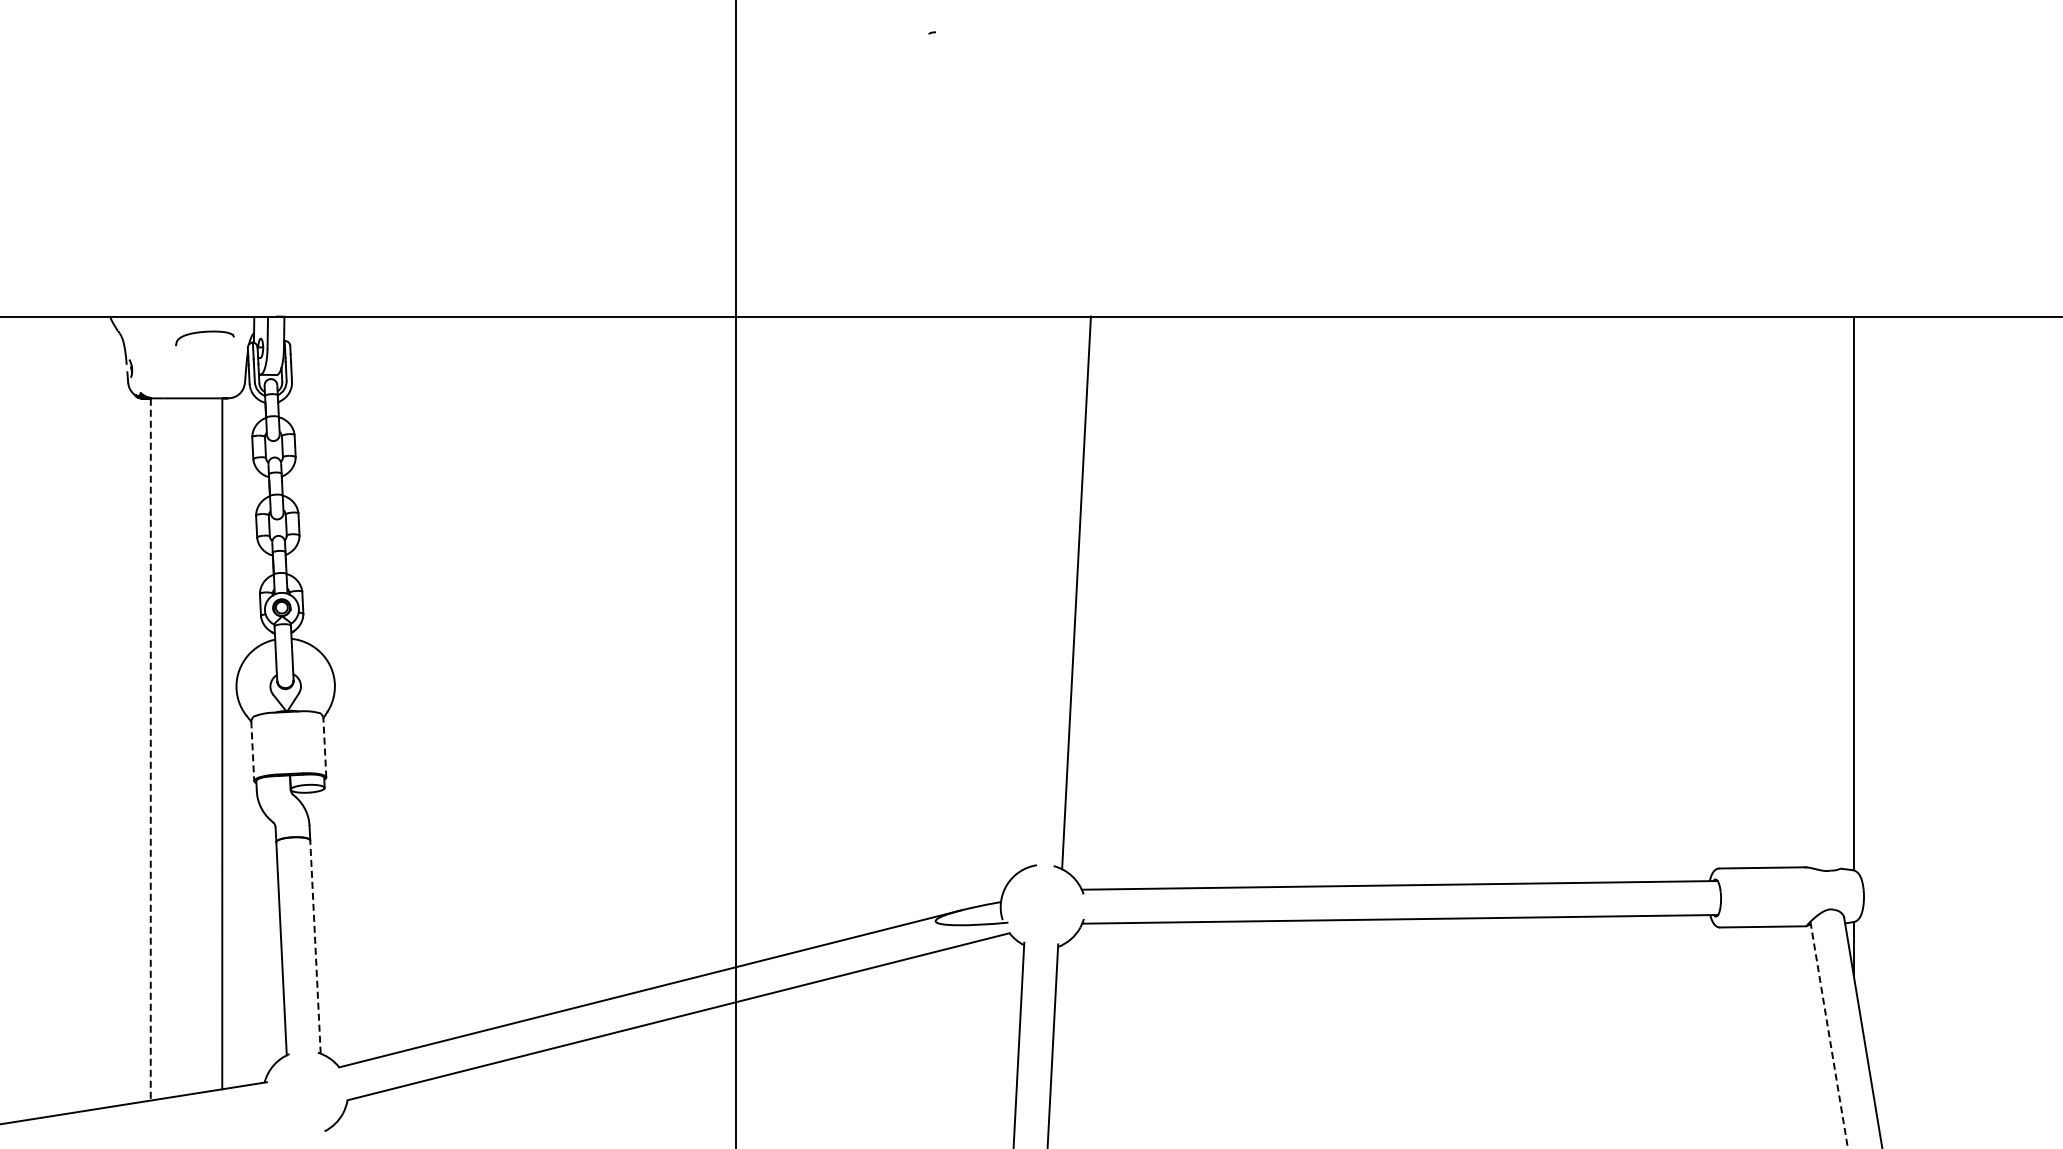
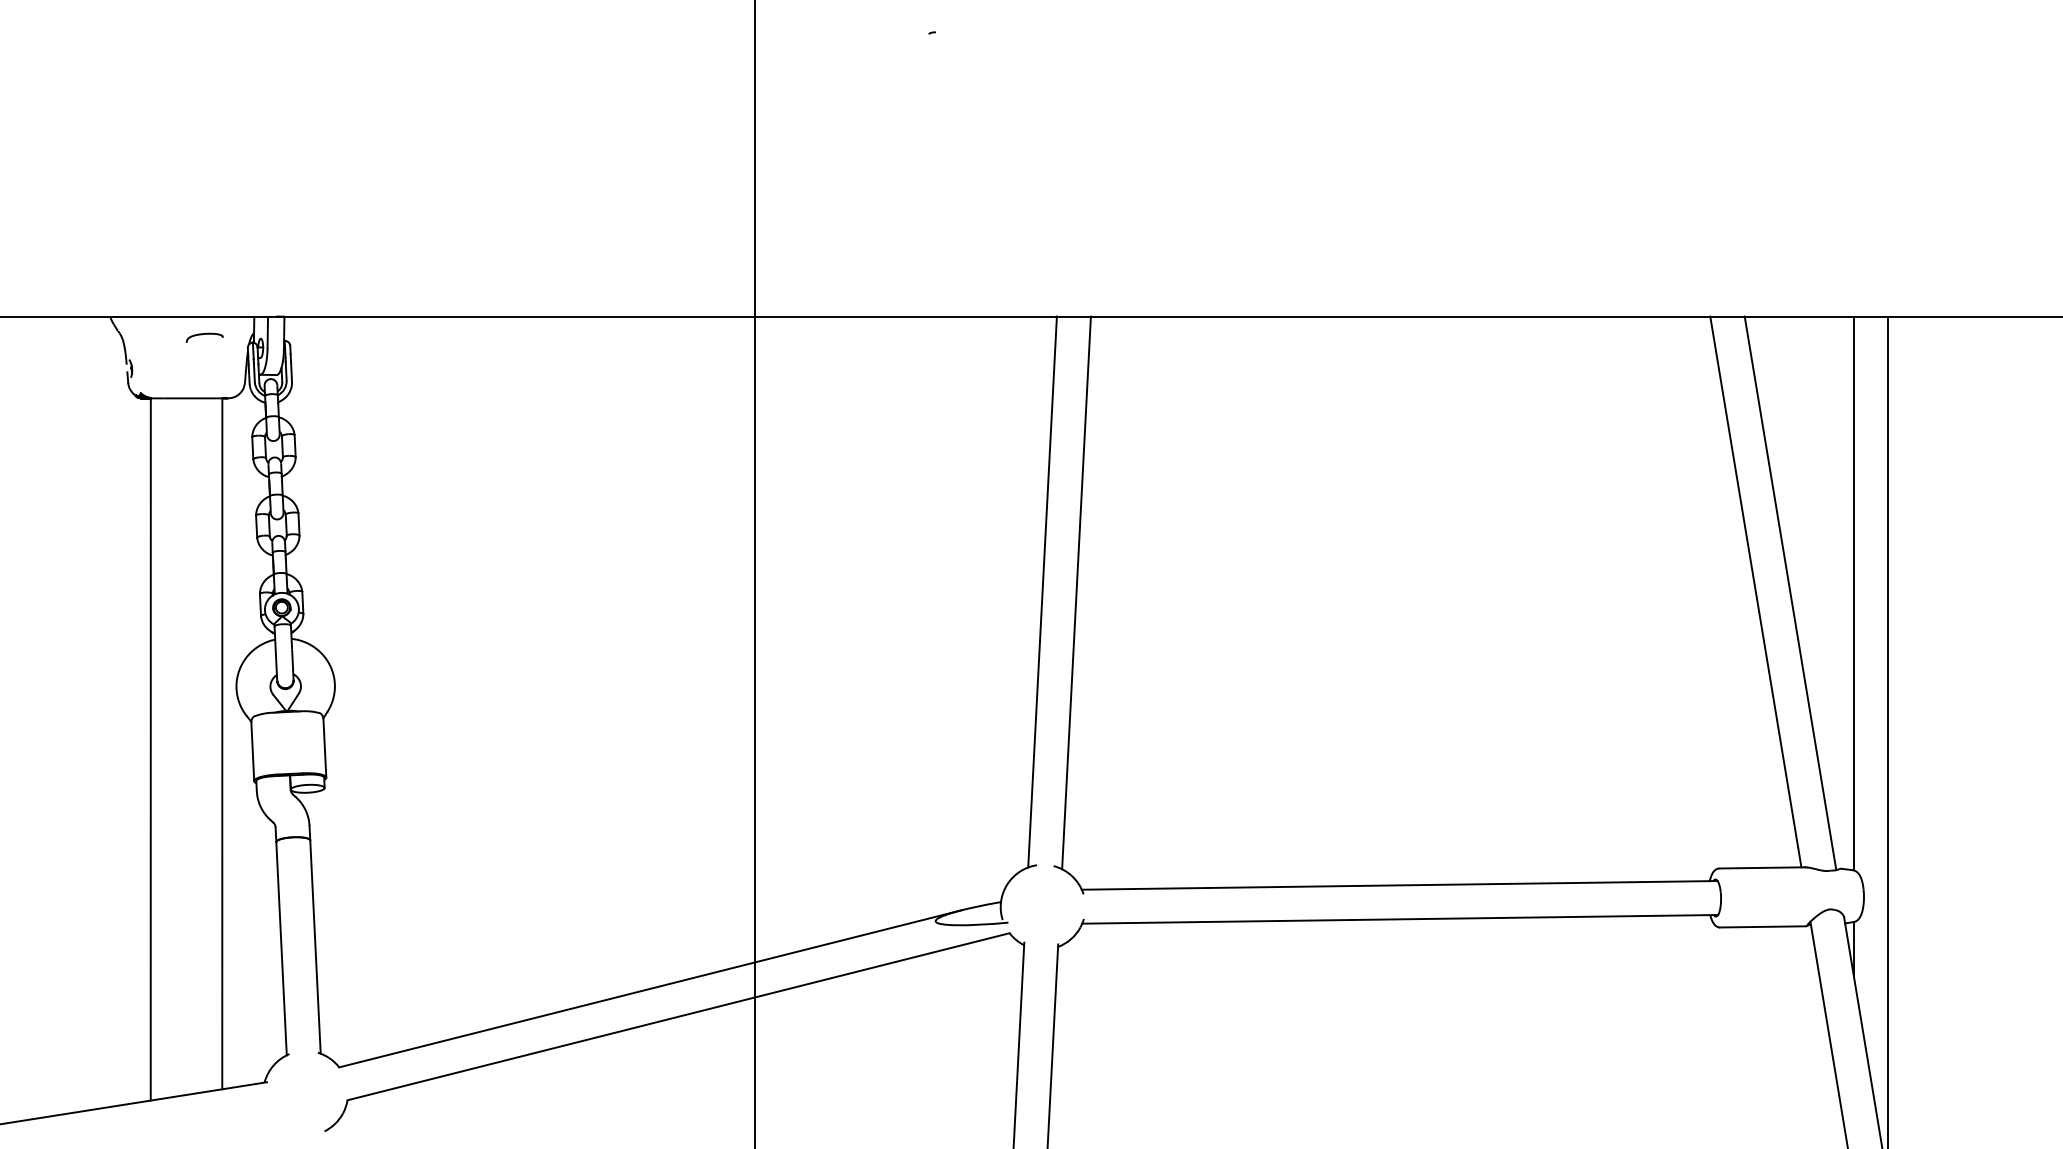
part at (204, 338) size: 60x17 px -> 39x11 px
line at (736, 573) position: (736, 573) -> (755, 573)
line at (1042, 591): none -> present
line at (1755, 591): none -> present
line at (1790, 593): none -> present
line at (1887, 730): none -> present
line at (324, 747): dashed -> solid
line at (150, 749): dashed -> solid
line at (252, 751): dashed -> solid
line at (315, 947): dashed -> solid
line at (1829, 1035): dashed -> solid
